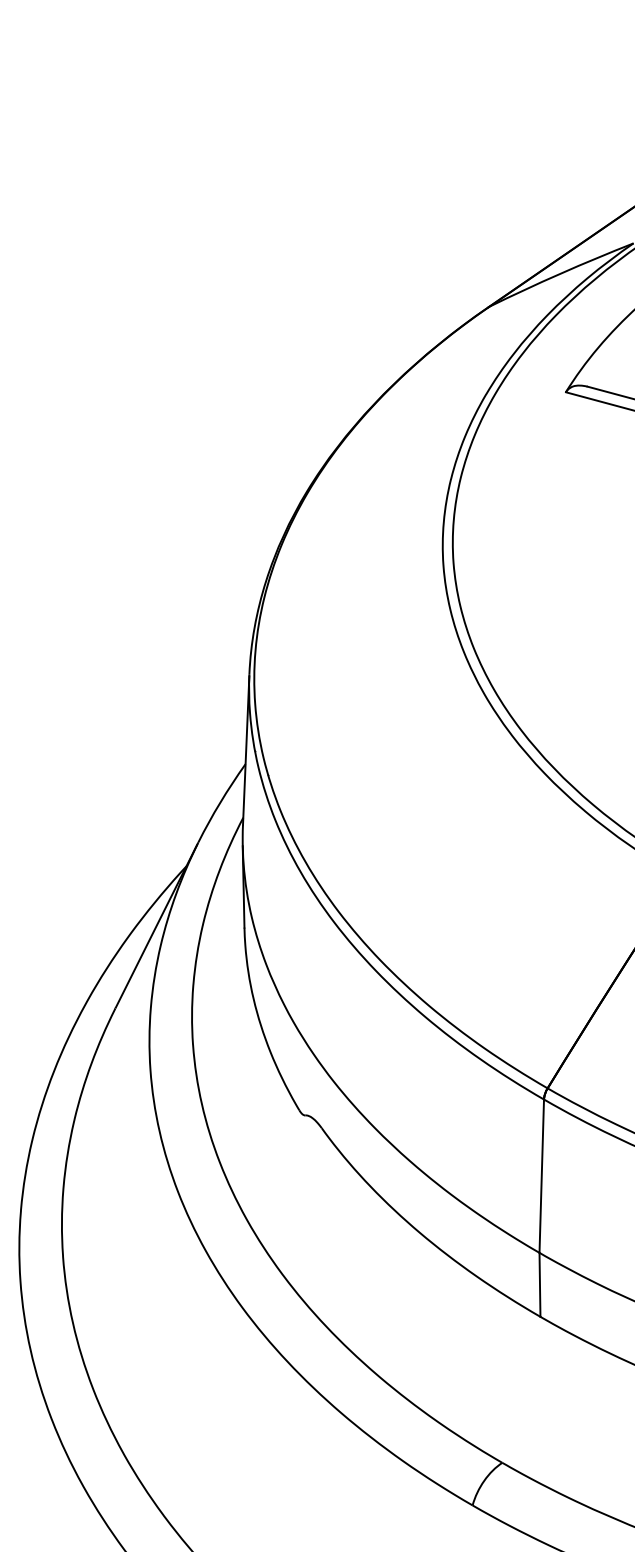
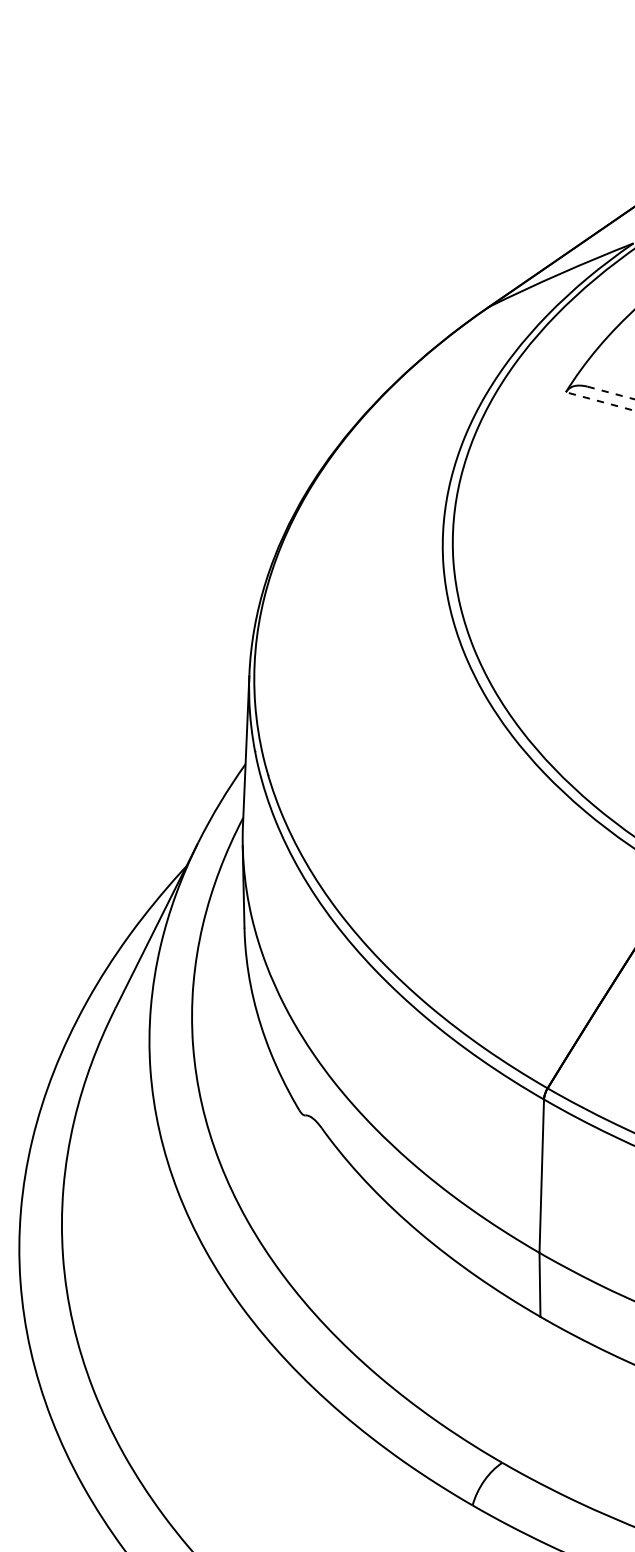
line at (611, 393): solid -> dashed
line at (599, 401): solid -> dashed
